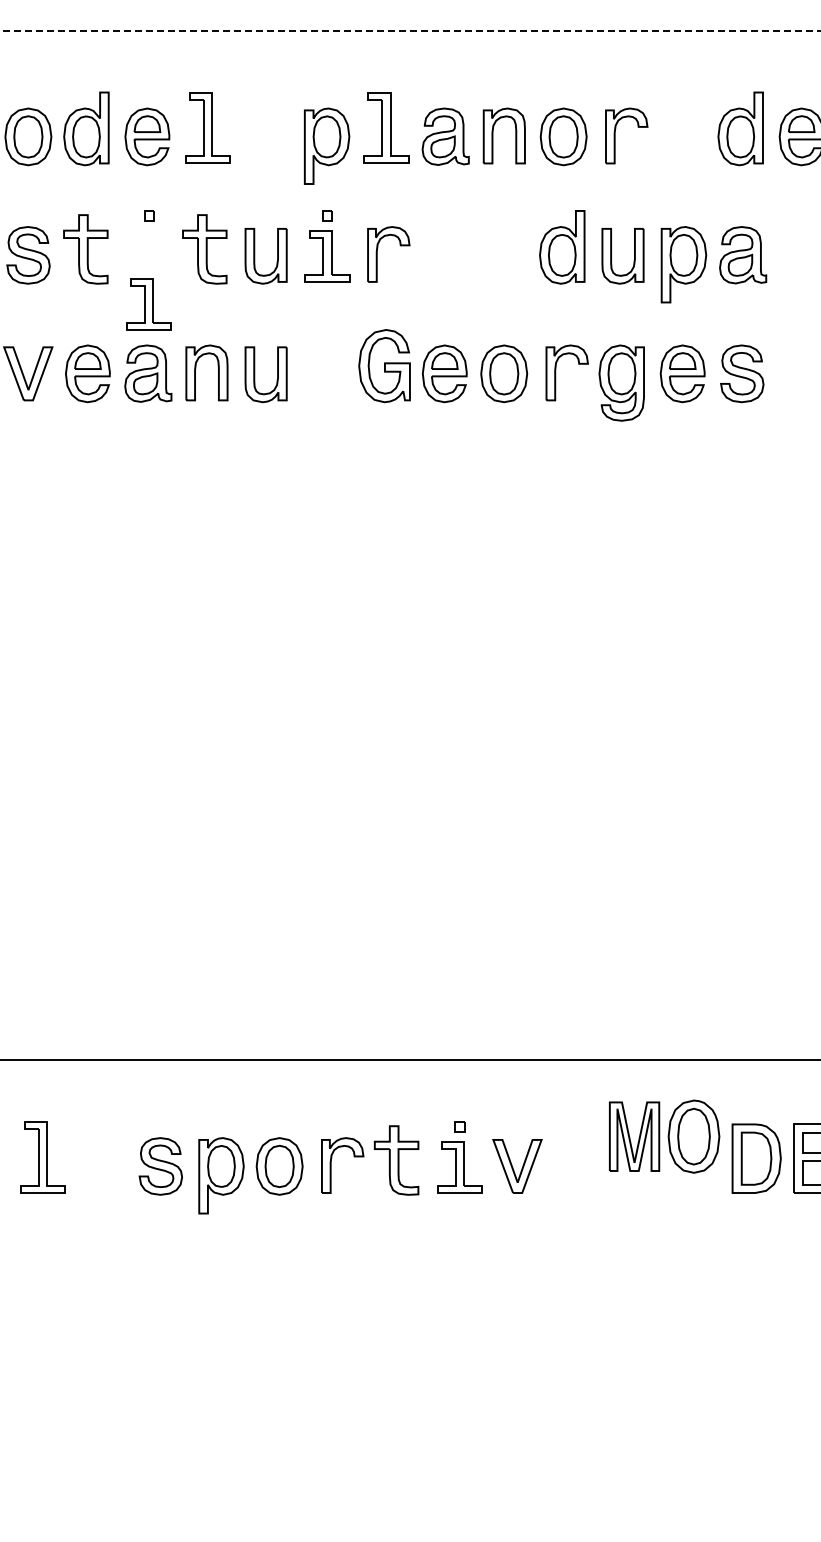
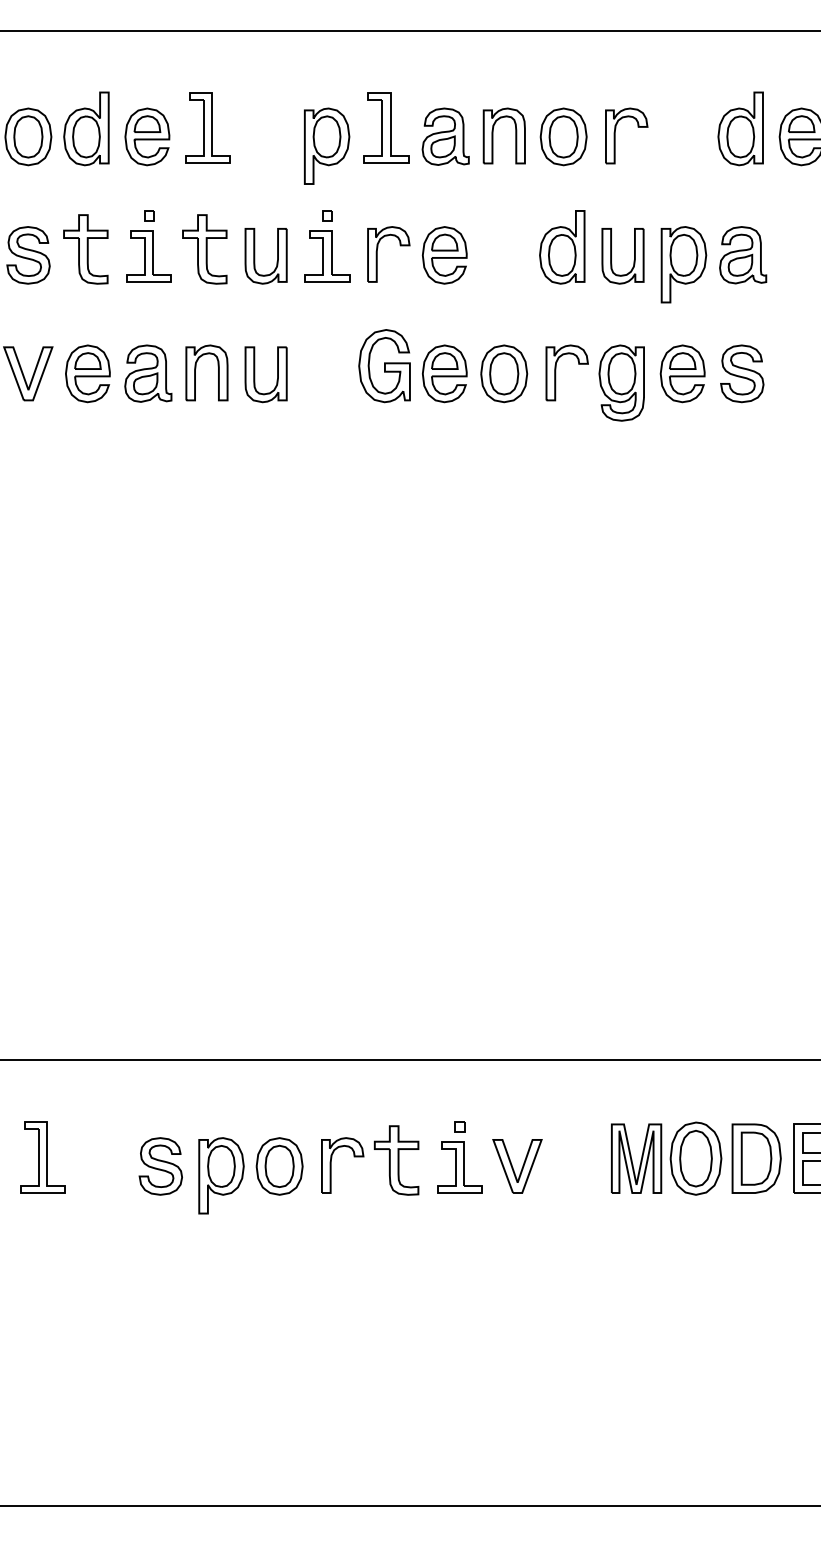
line at (411, 31): dashed -> solid
part at (444, 255): none -> present
part at (148, 304) position: (148, 304) -> (148, 256)
part at (664, 1136) position: (664, 1136) -> (666, 1158)
line at (409, 1505): none -> present
